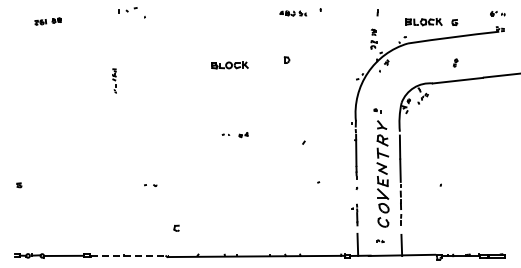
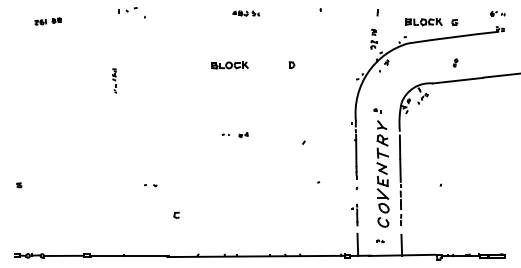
part at (293, 13) position: (293, 13) -> (246, 13)
part at (286, 59) position: (286, 59) -> (291, 64)
part at (176, 227) position: (176, 227) -> (176, 214)
line at (129, 255): dashed -> solid
